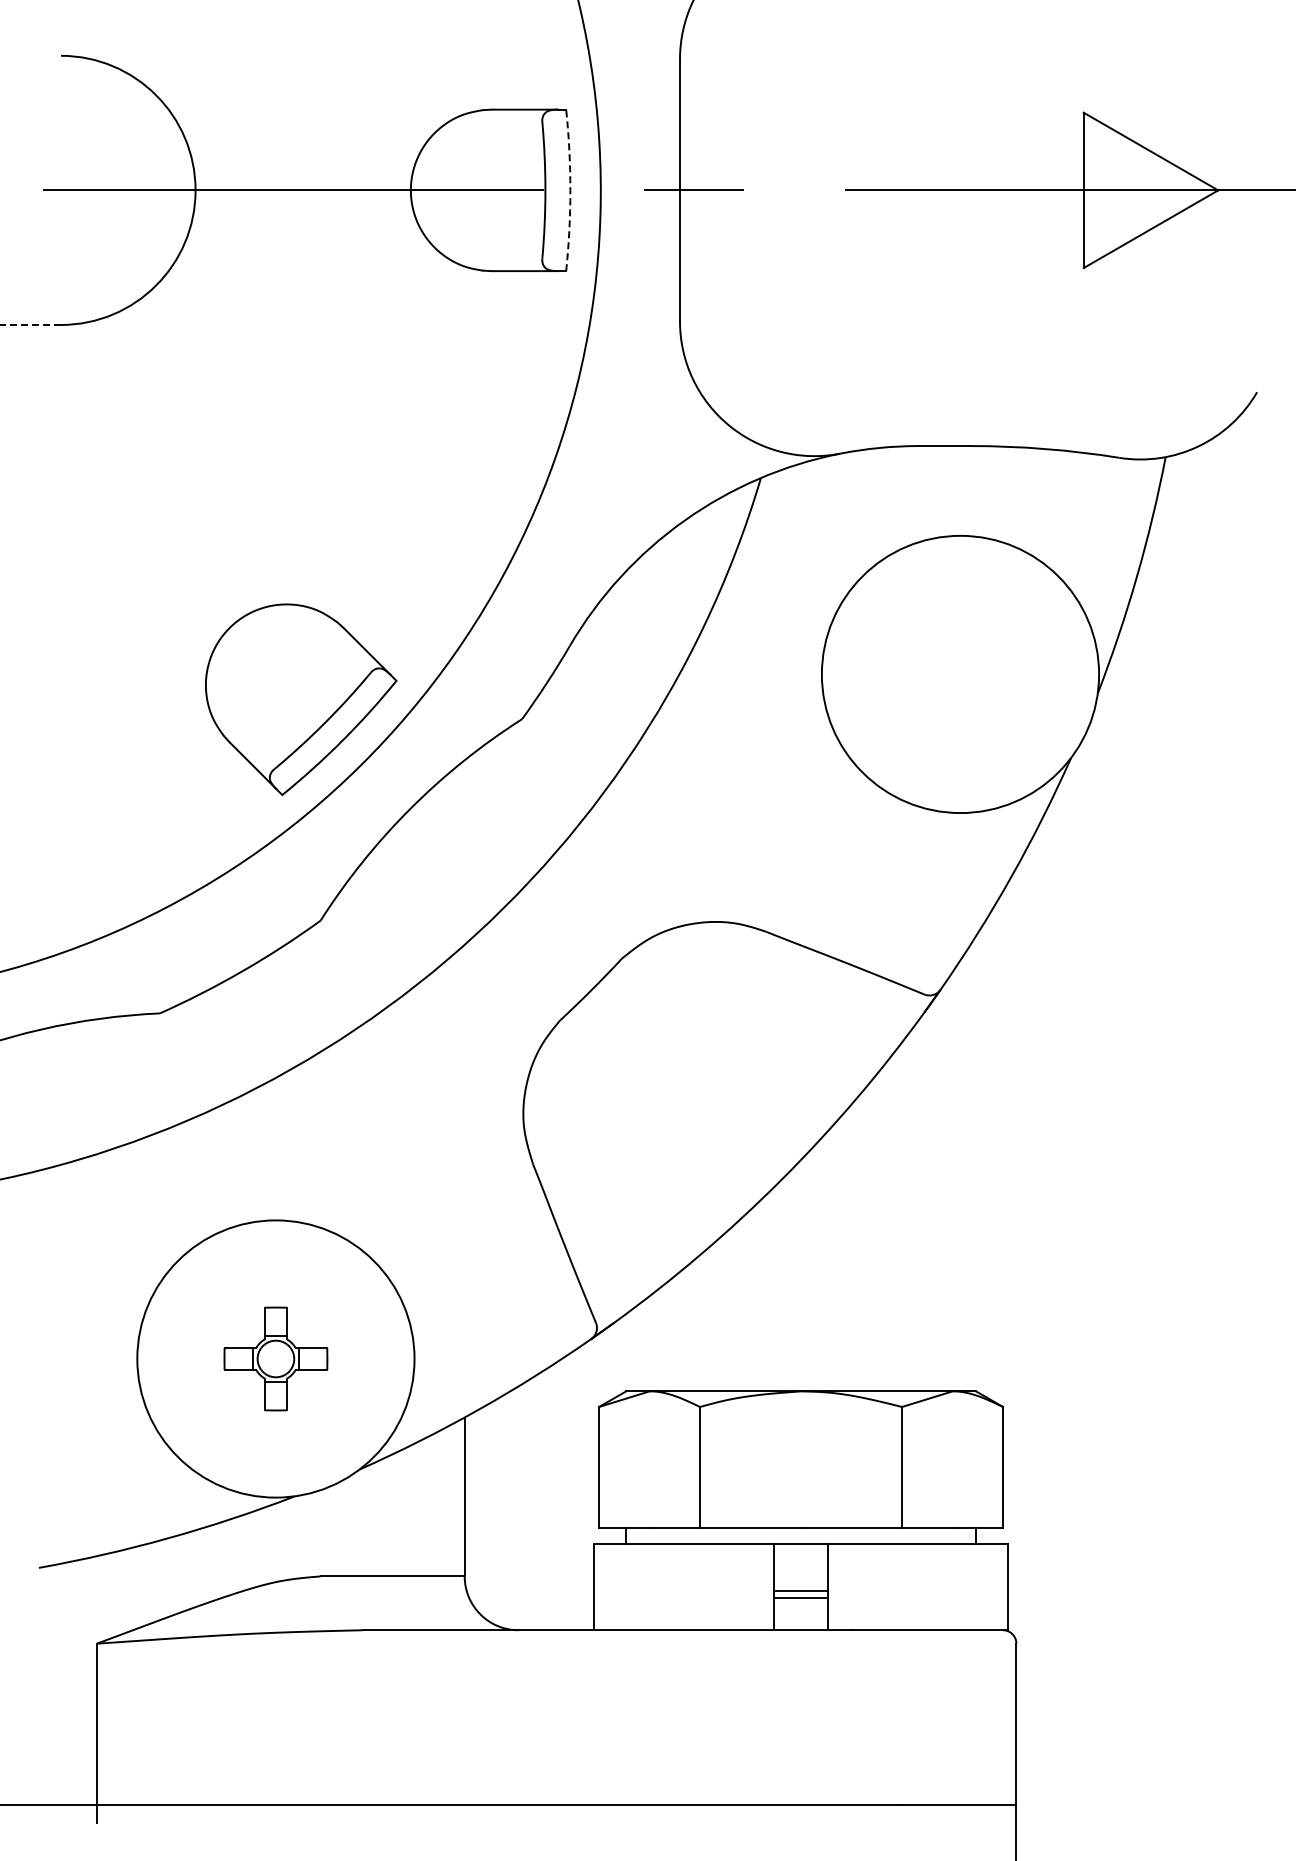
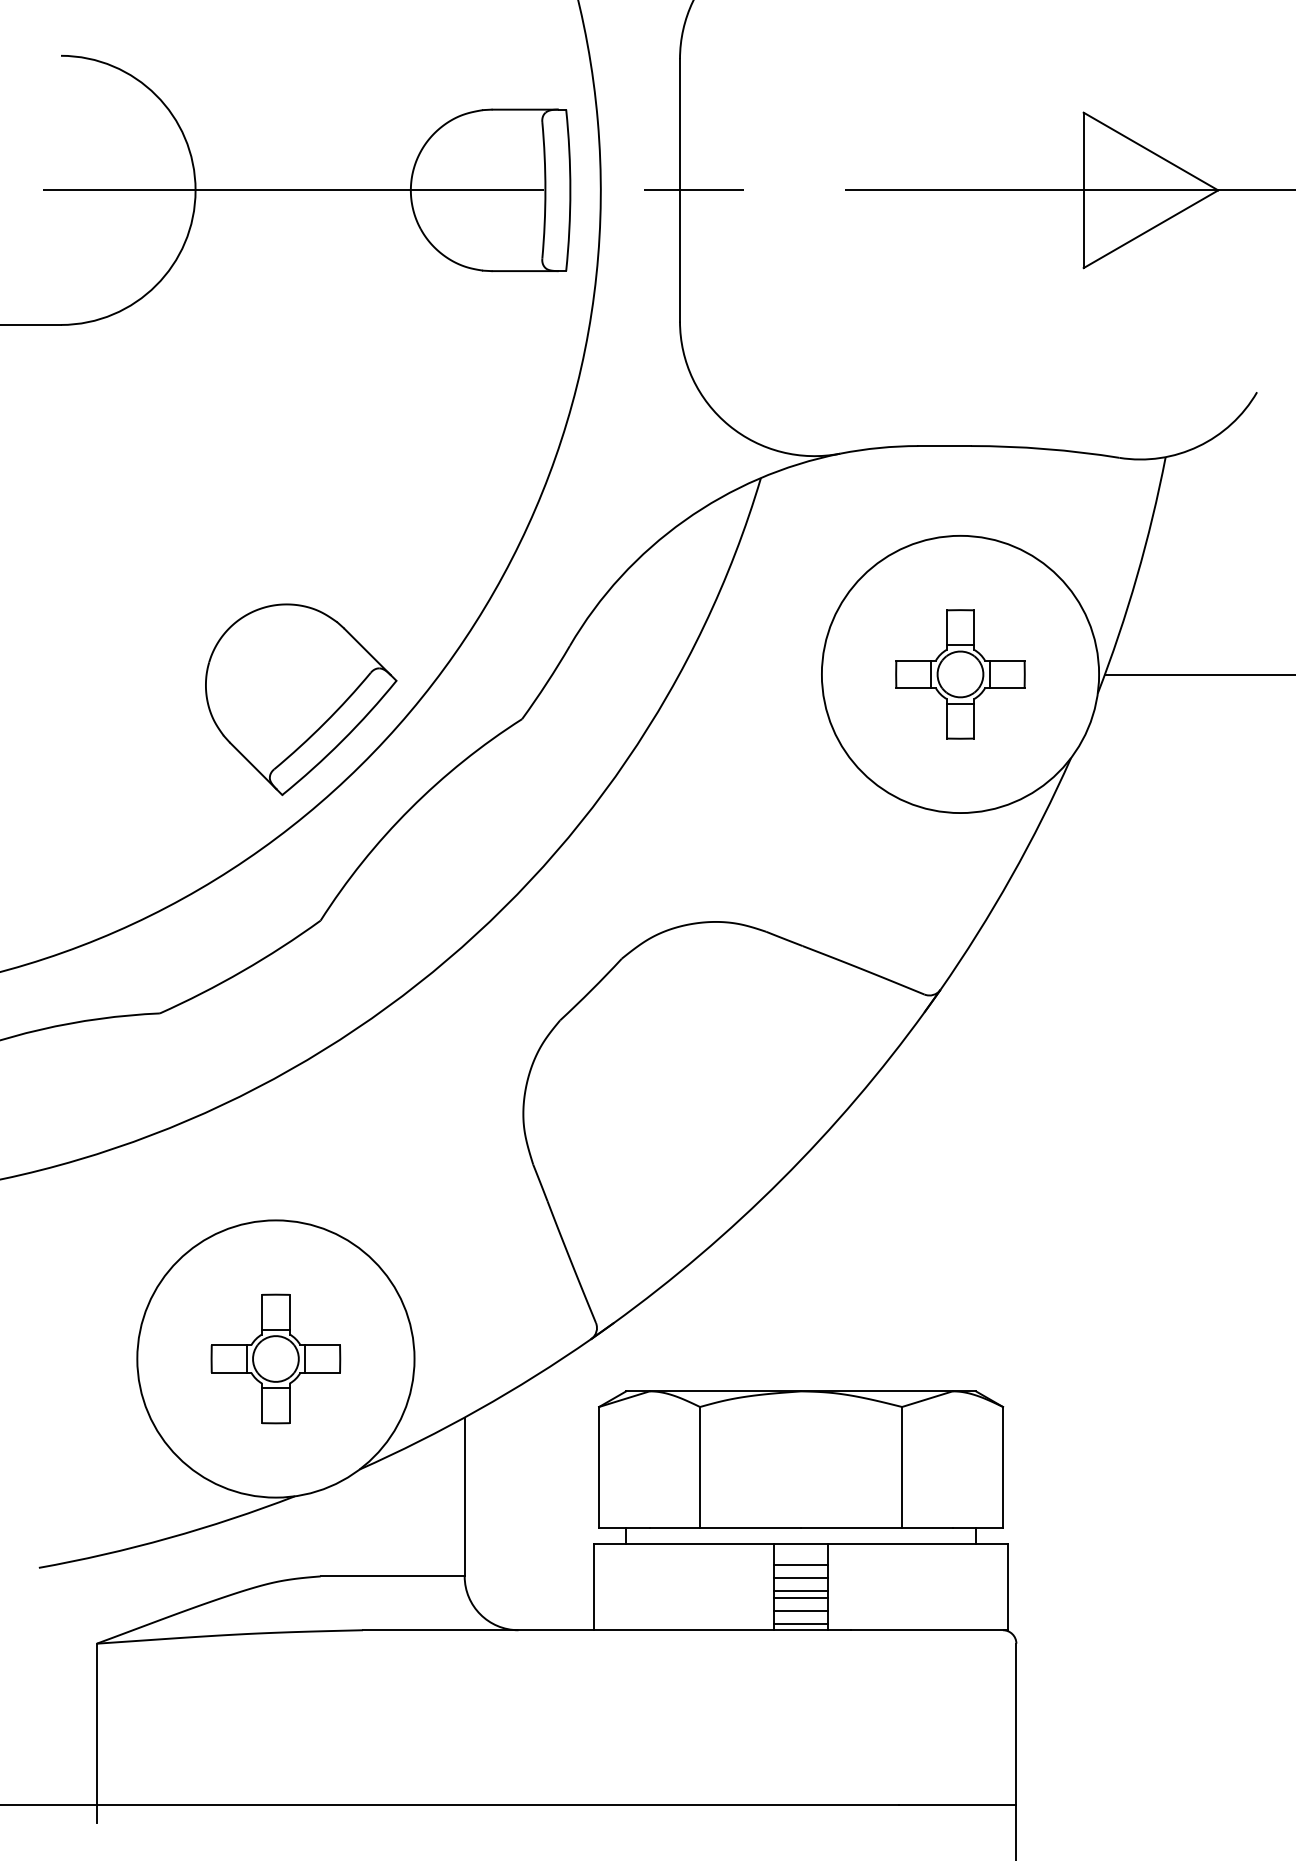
arc at (570, 190): dashed -> solid
line at (30, 324): dashed -> solid
part at (960, 674): none -> present
line at (1198, 674): none -> present
part at (275, 1358) size: 106x106 px -> 132x132 px
line at (801, 1564): none -> present
line at (801, 1577): none -> present
line at (801, 1611): none -> present
line at (801, 1624): none -> present
